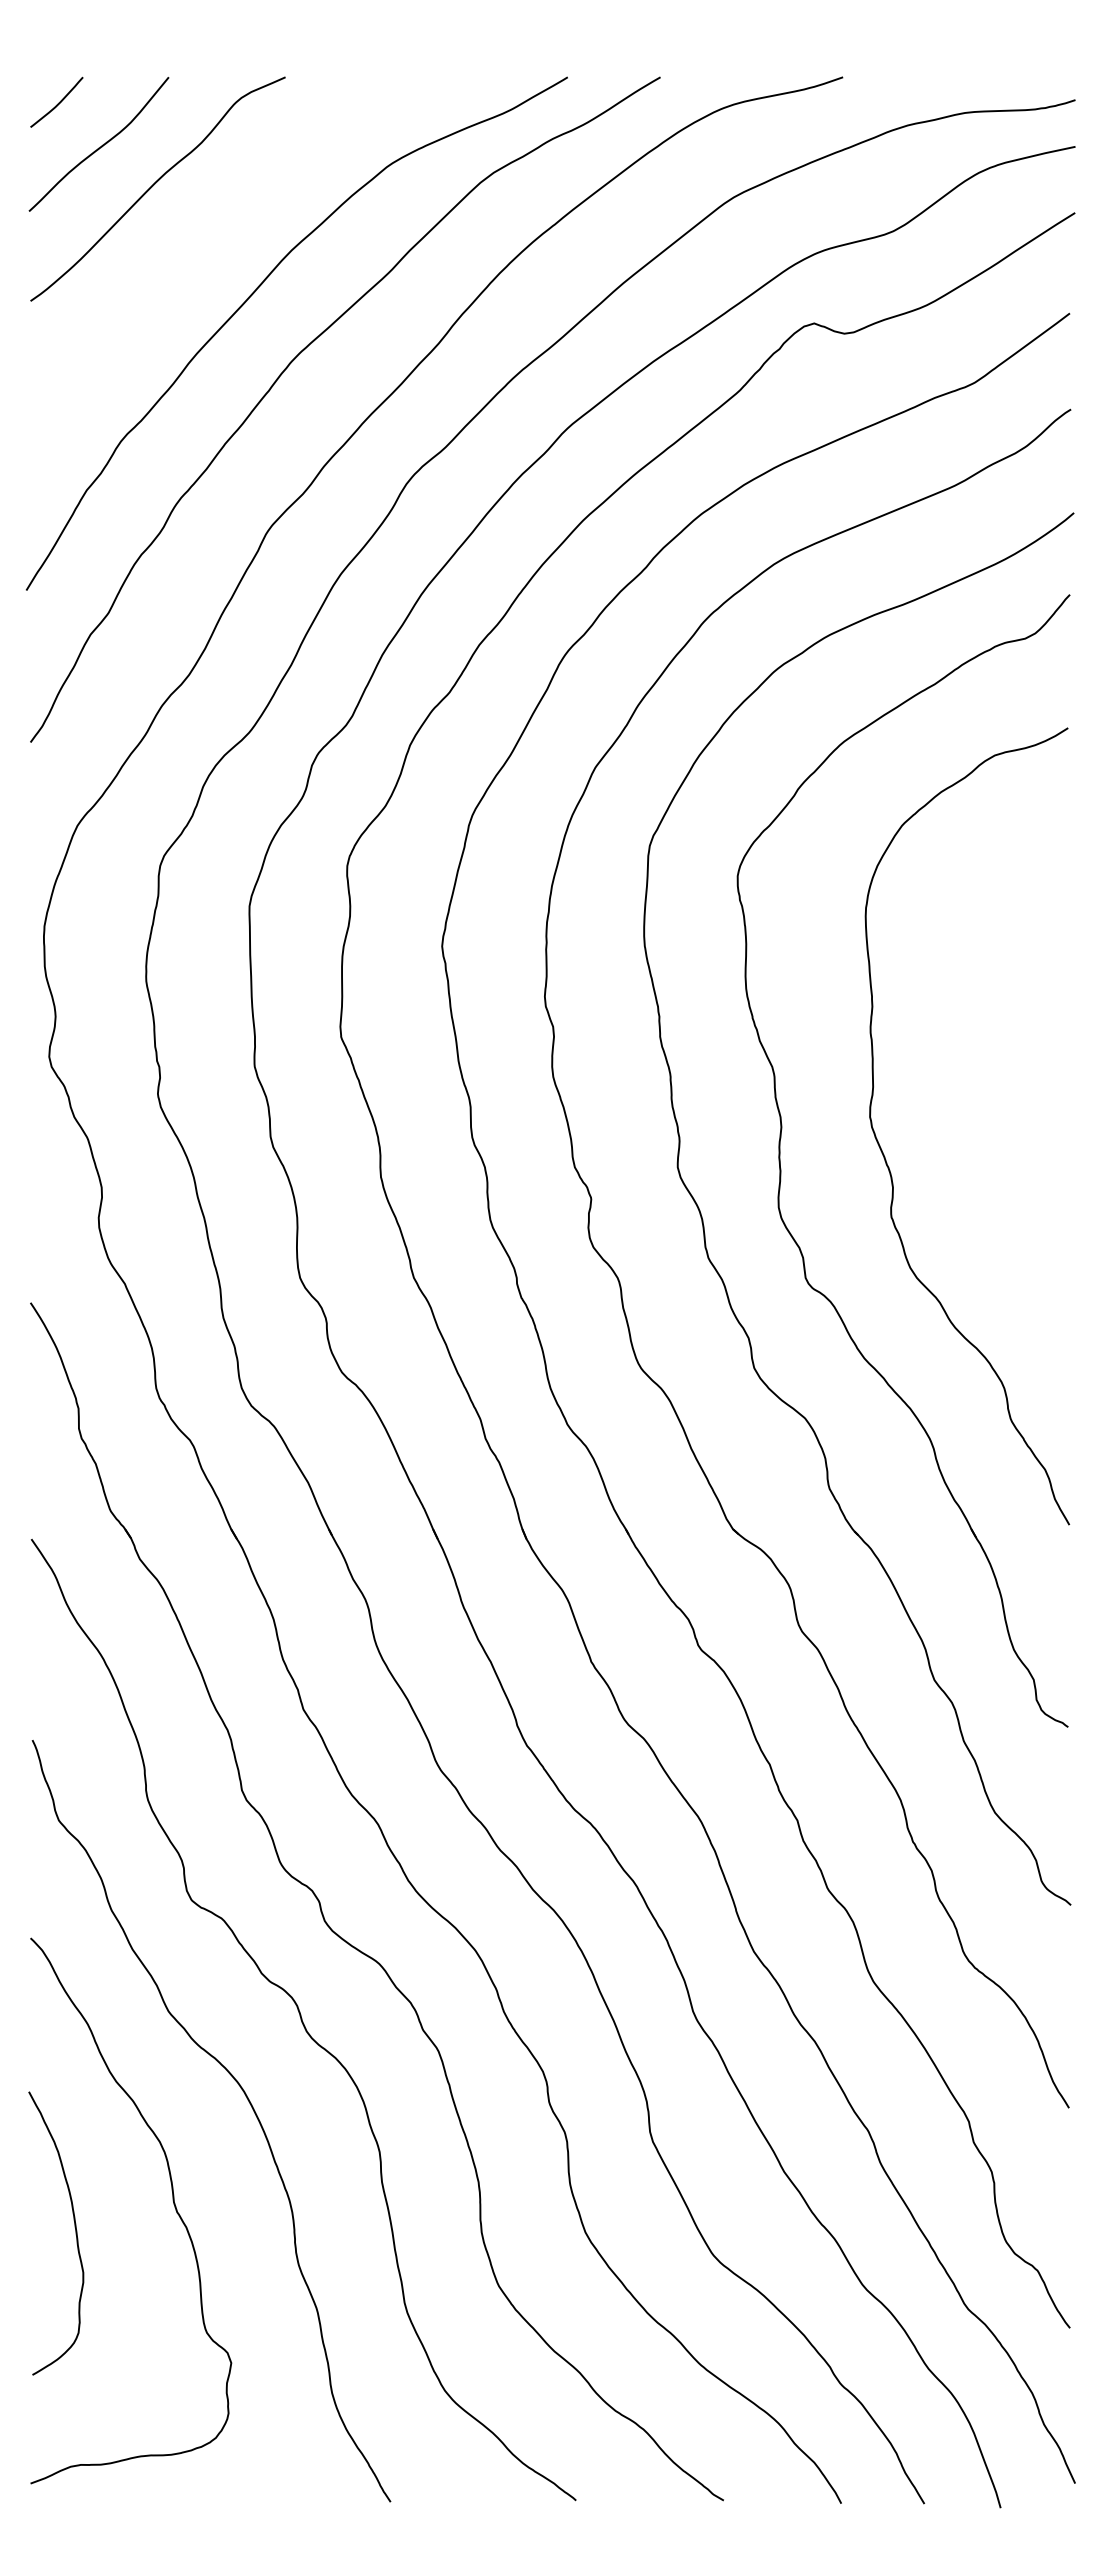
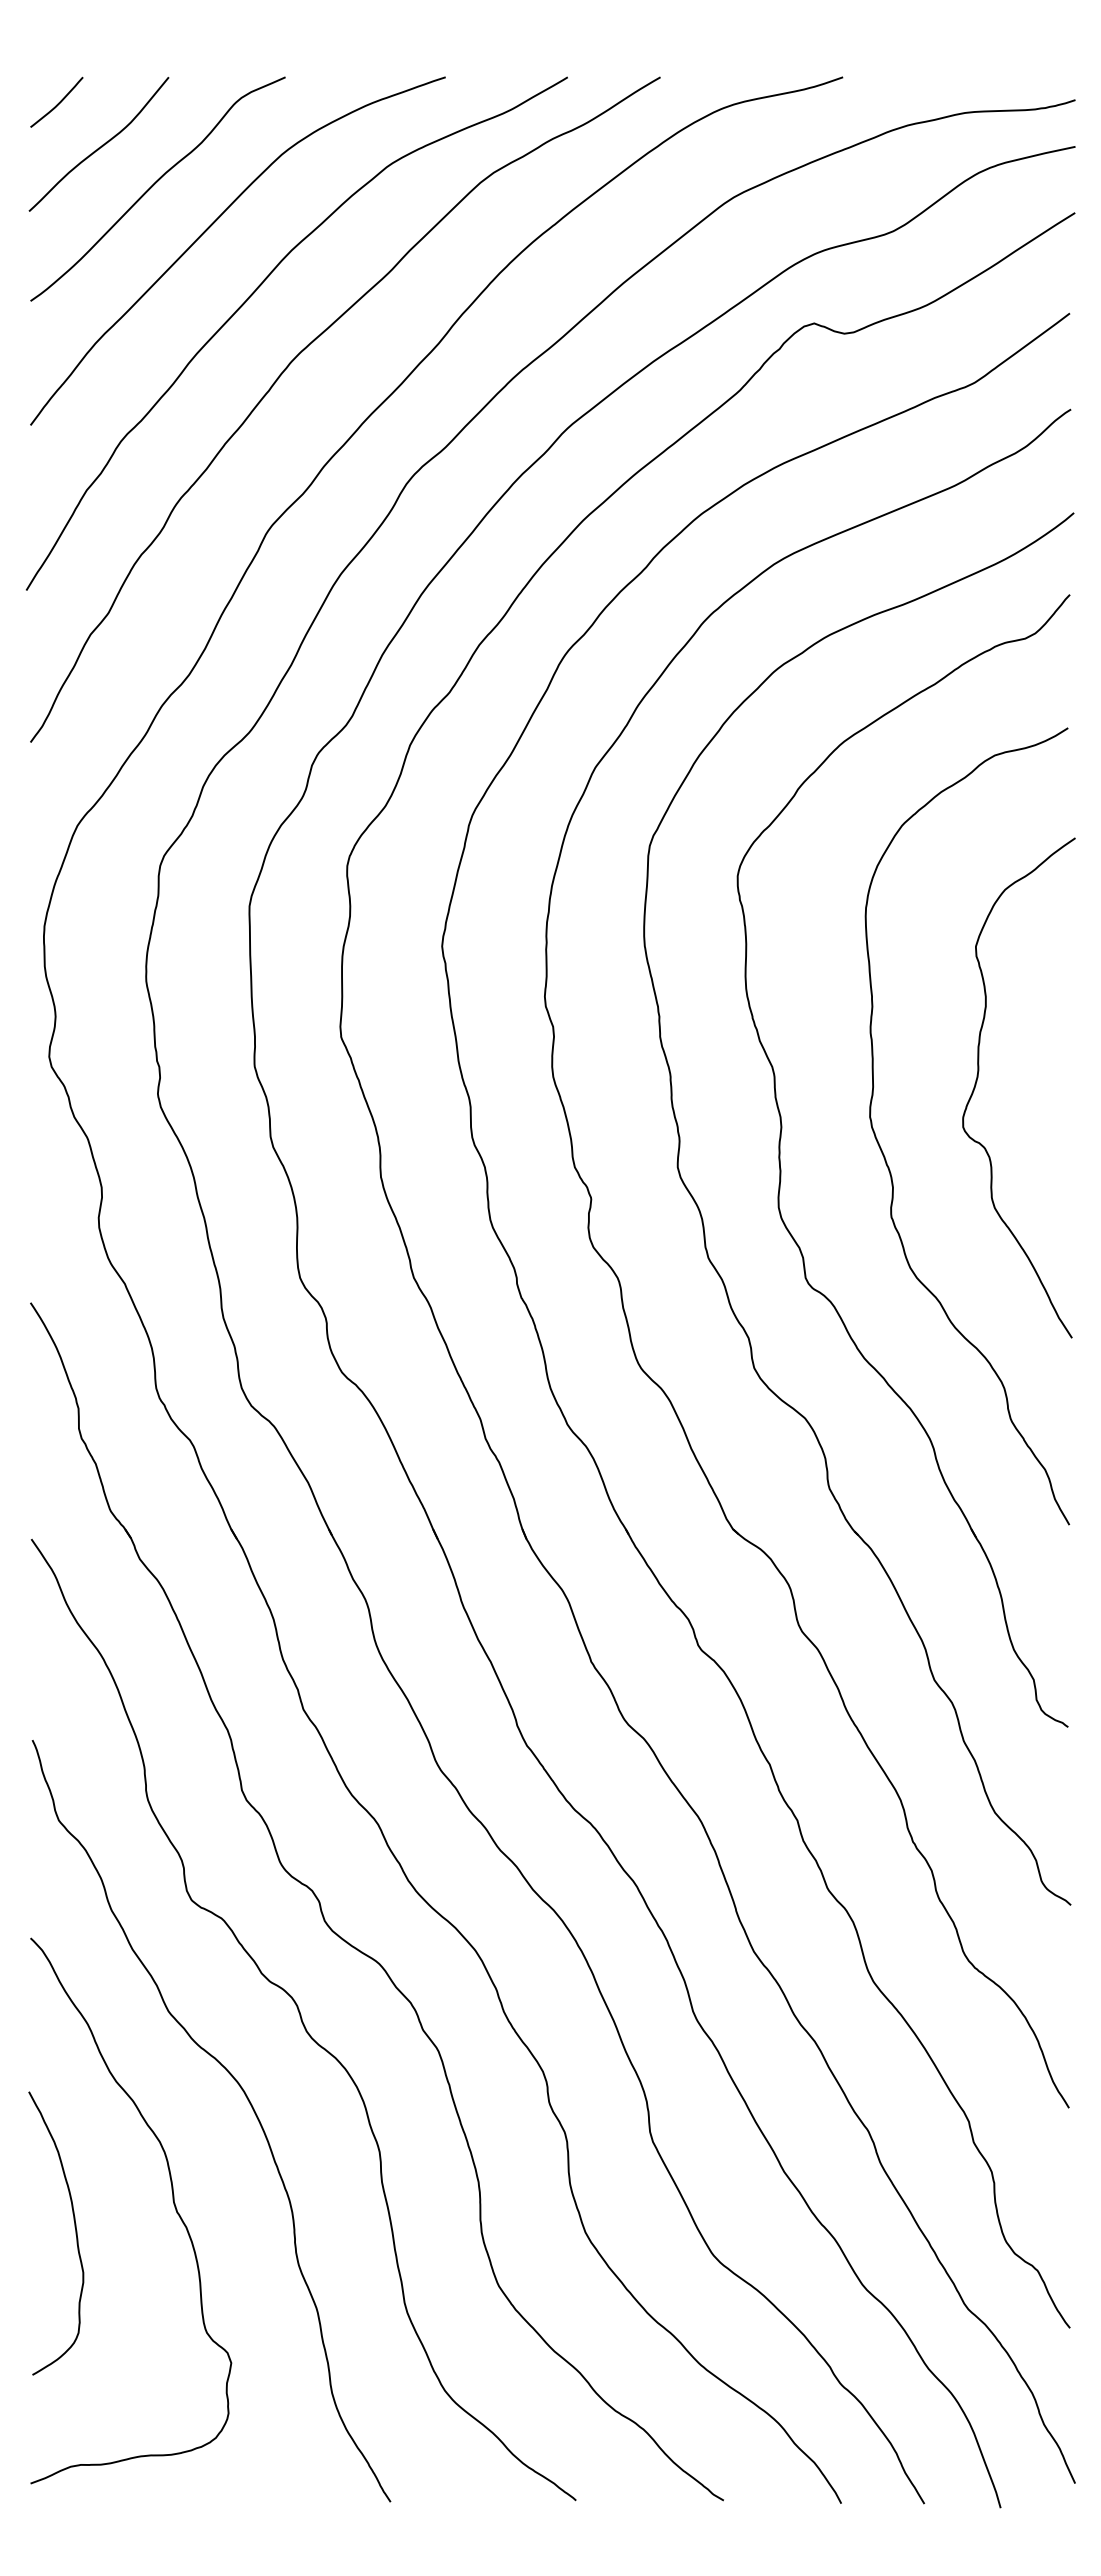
curve at (212, 225): none -> present
curve at (978, 1078): none -> present
